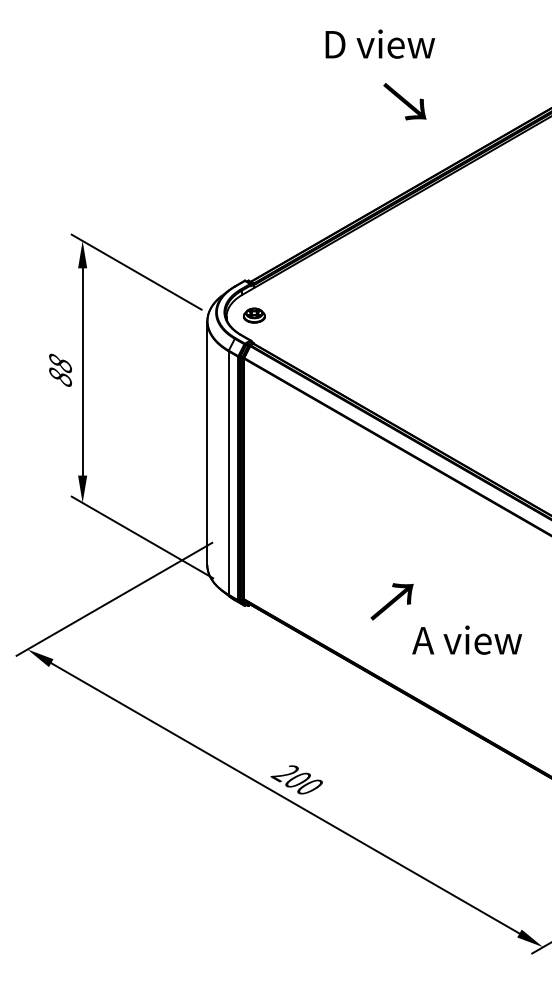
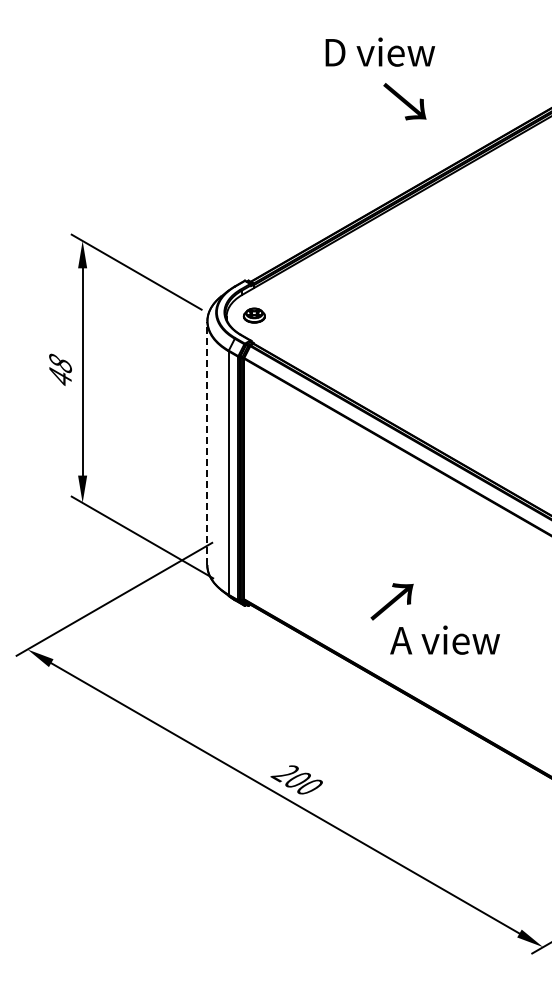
text at (380, 43) position: (380, 43) -> (380, 51)
text at (60, 376): 88 -> 48
line at (207, 443): solid -> dashed
text at (466, 639) position: (466, 639) -> (444, 639)
